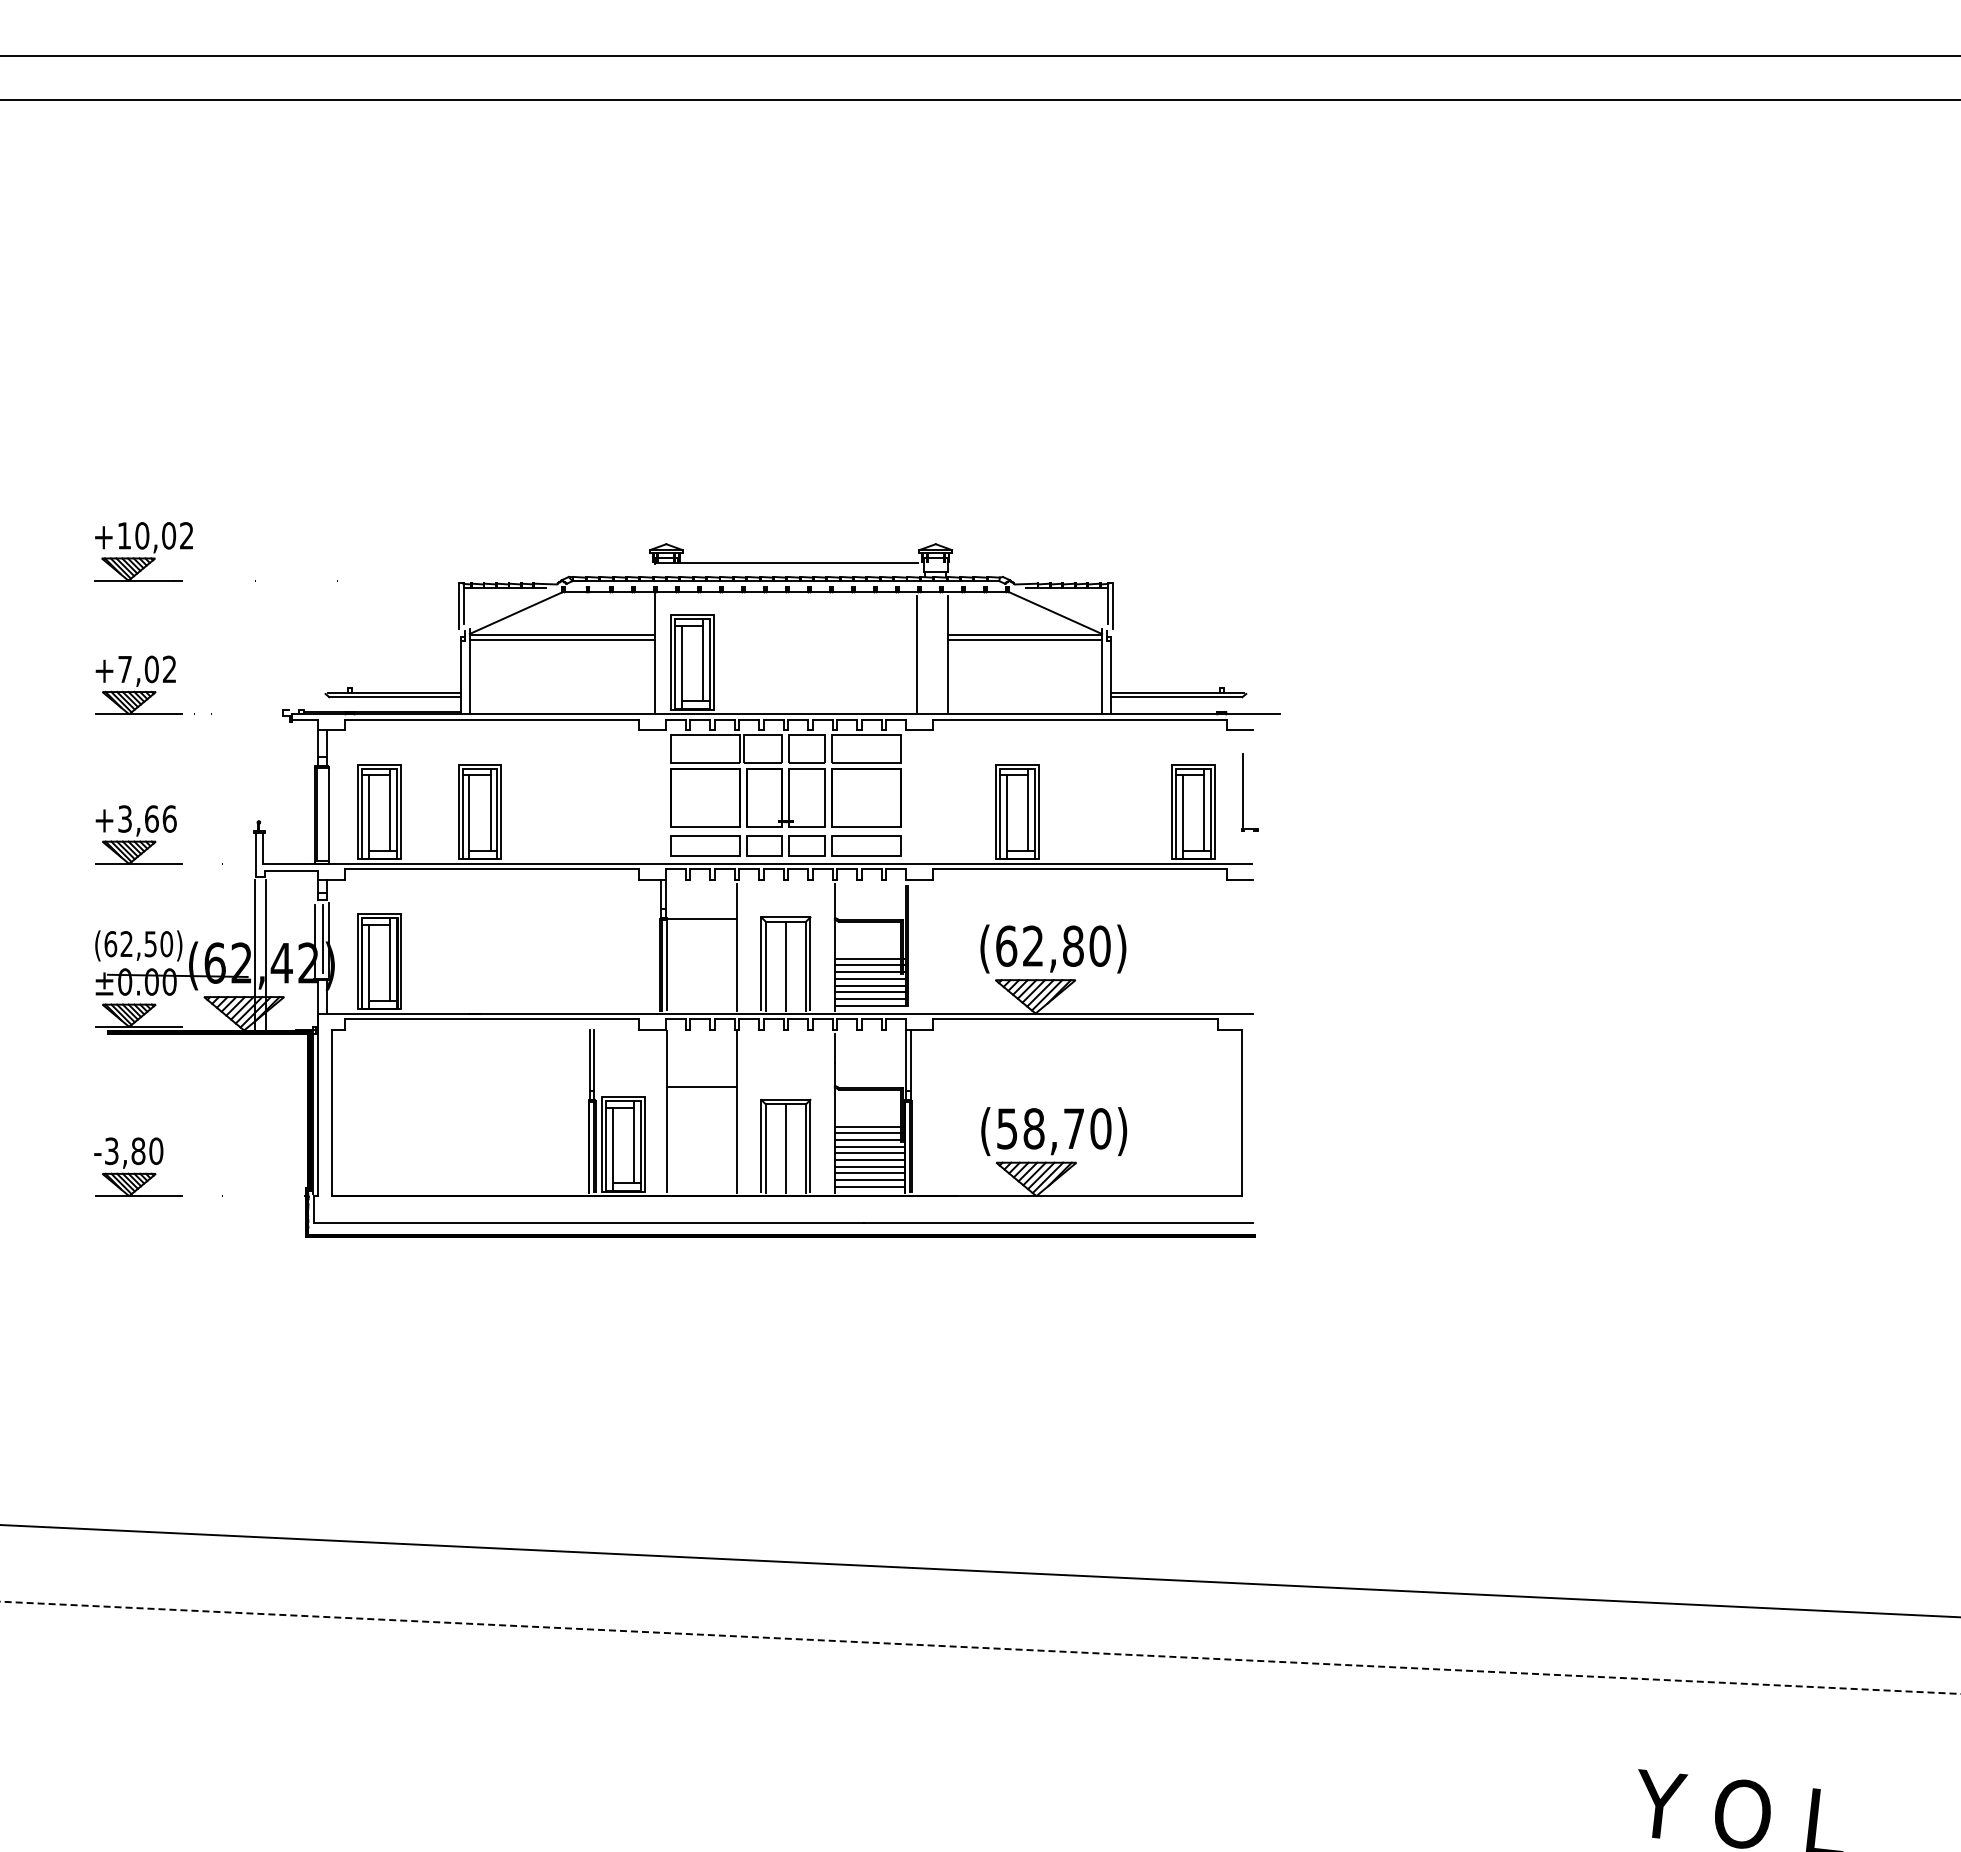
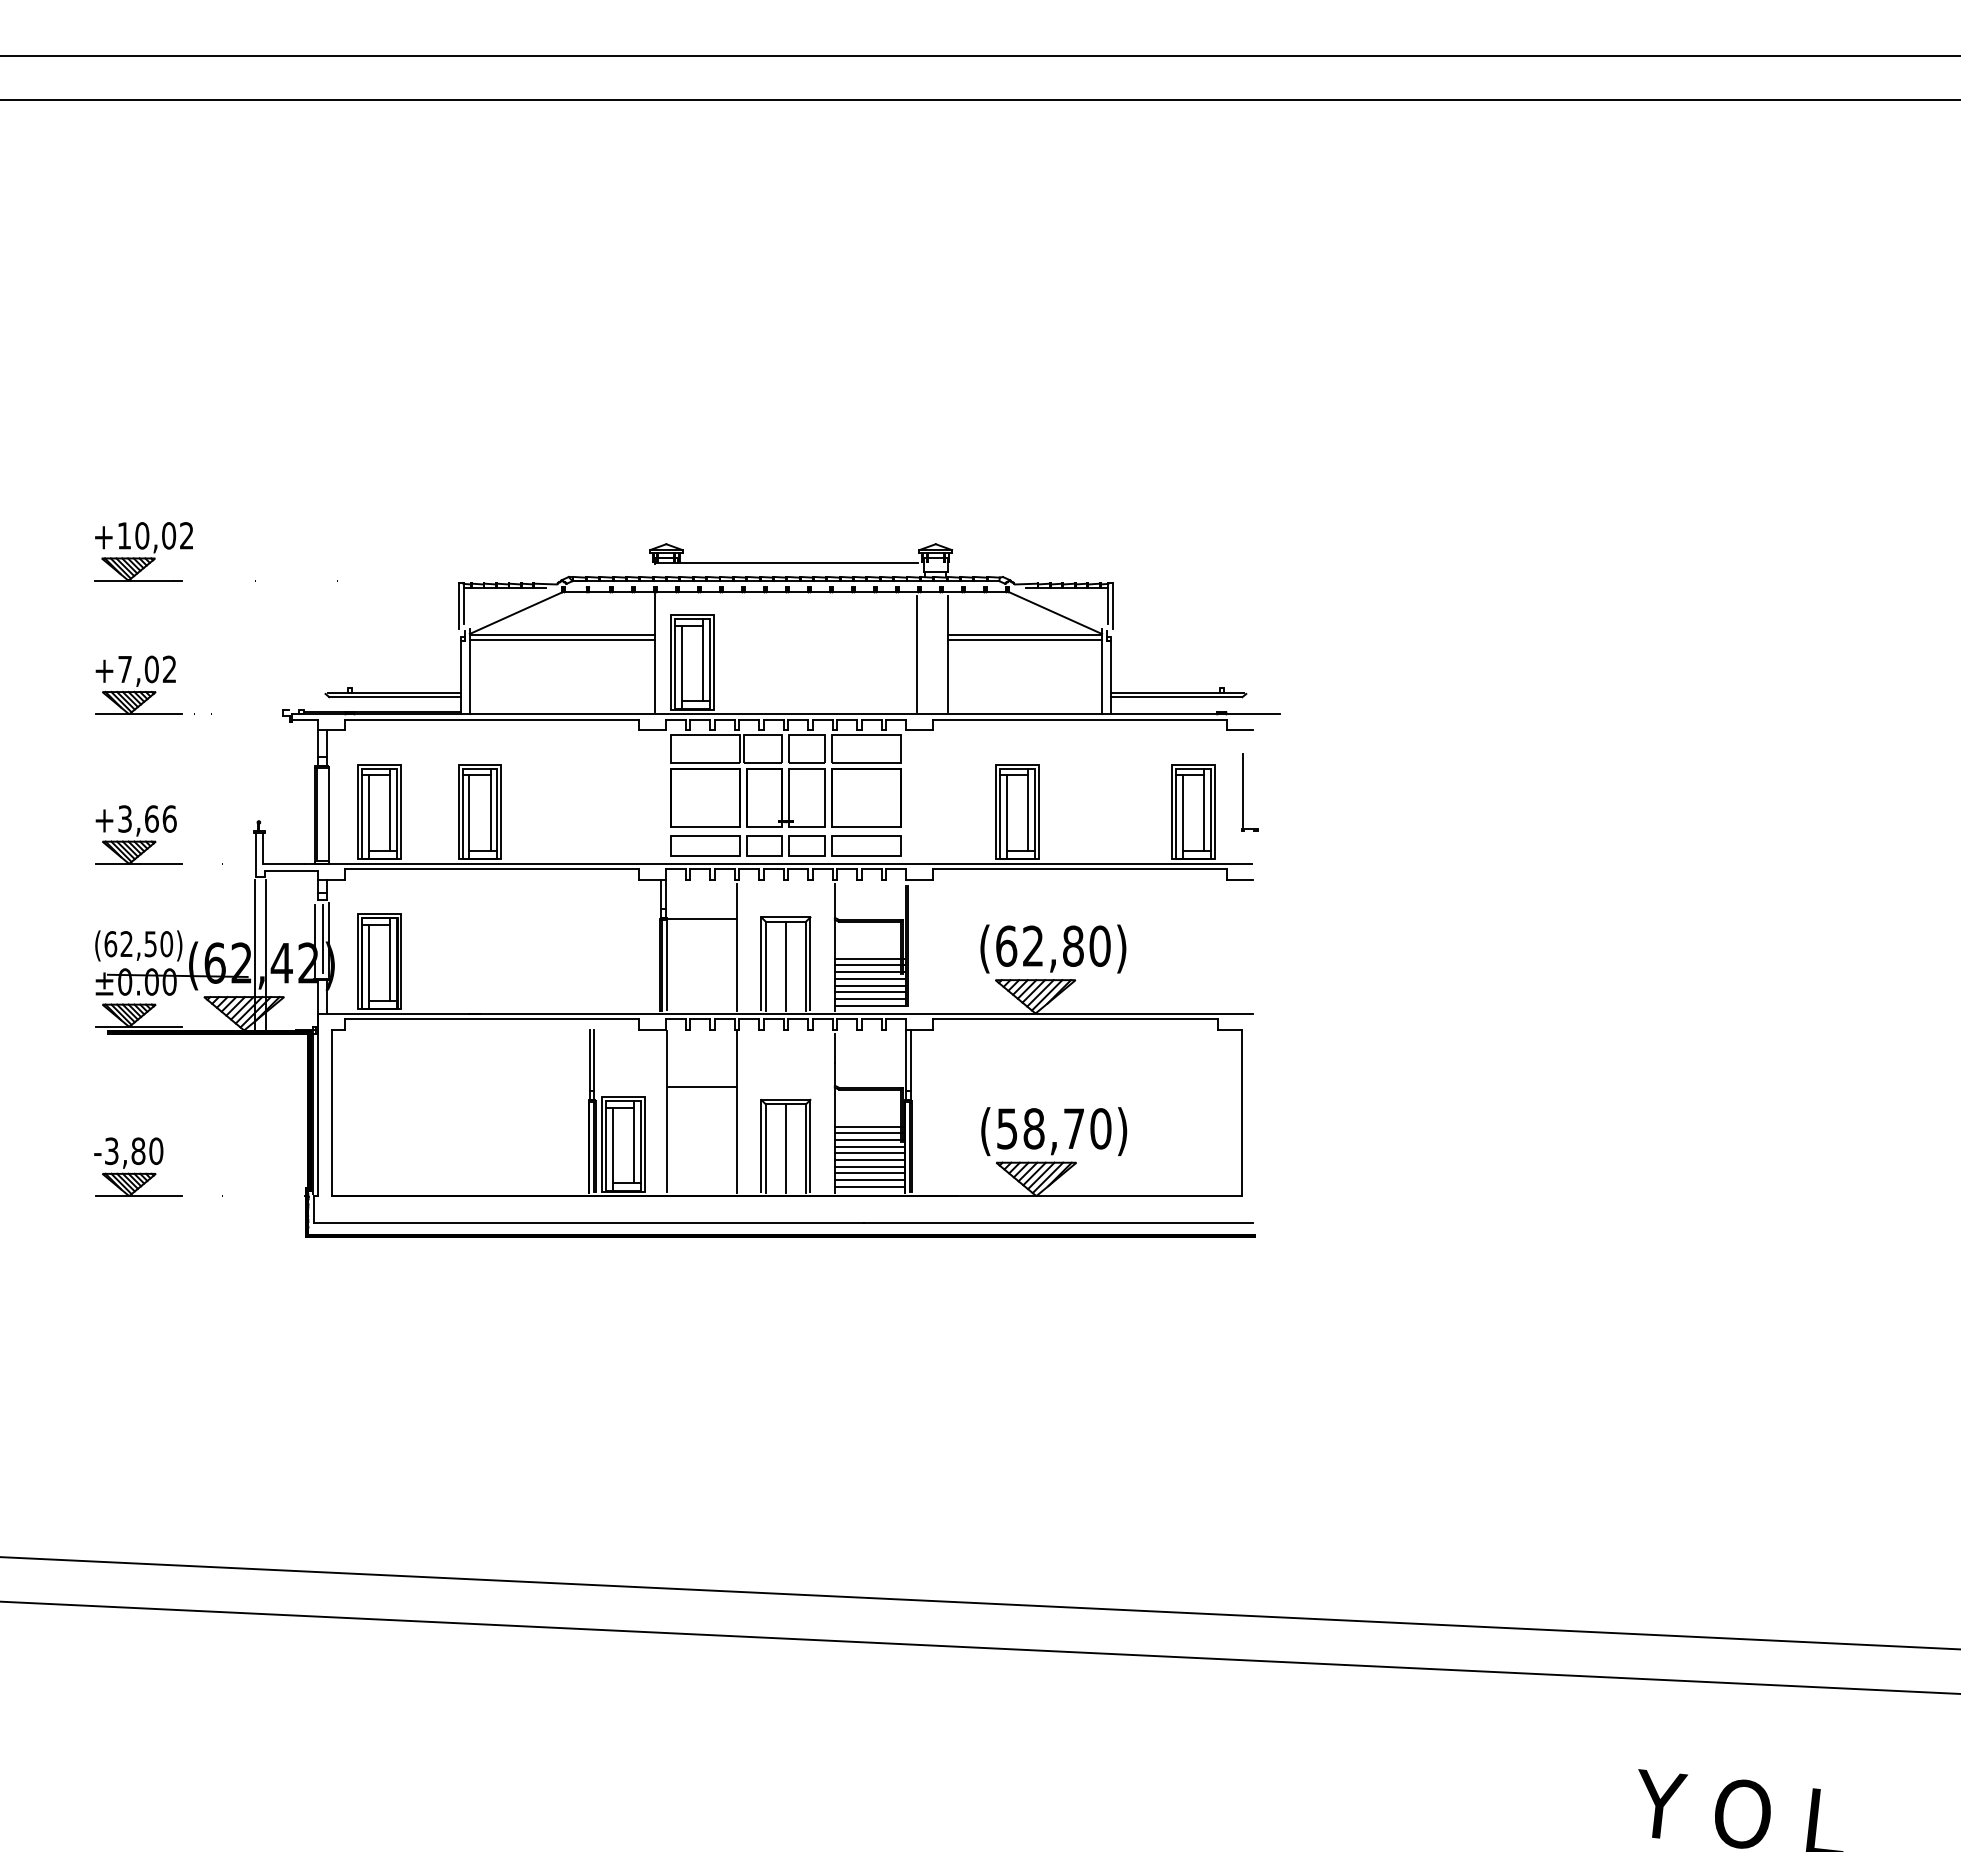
line at (979, 1571) position: (979, 1571) -> (979, 1603)
line at (979, 1647): dashed -> solid
